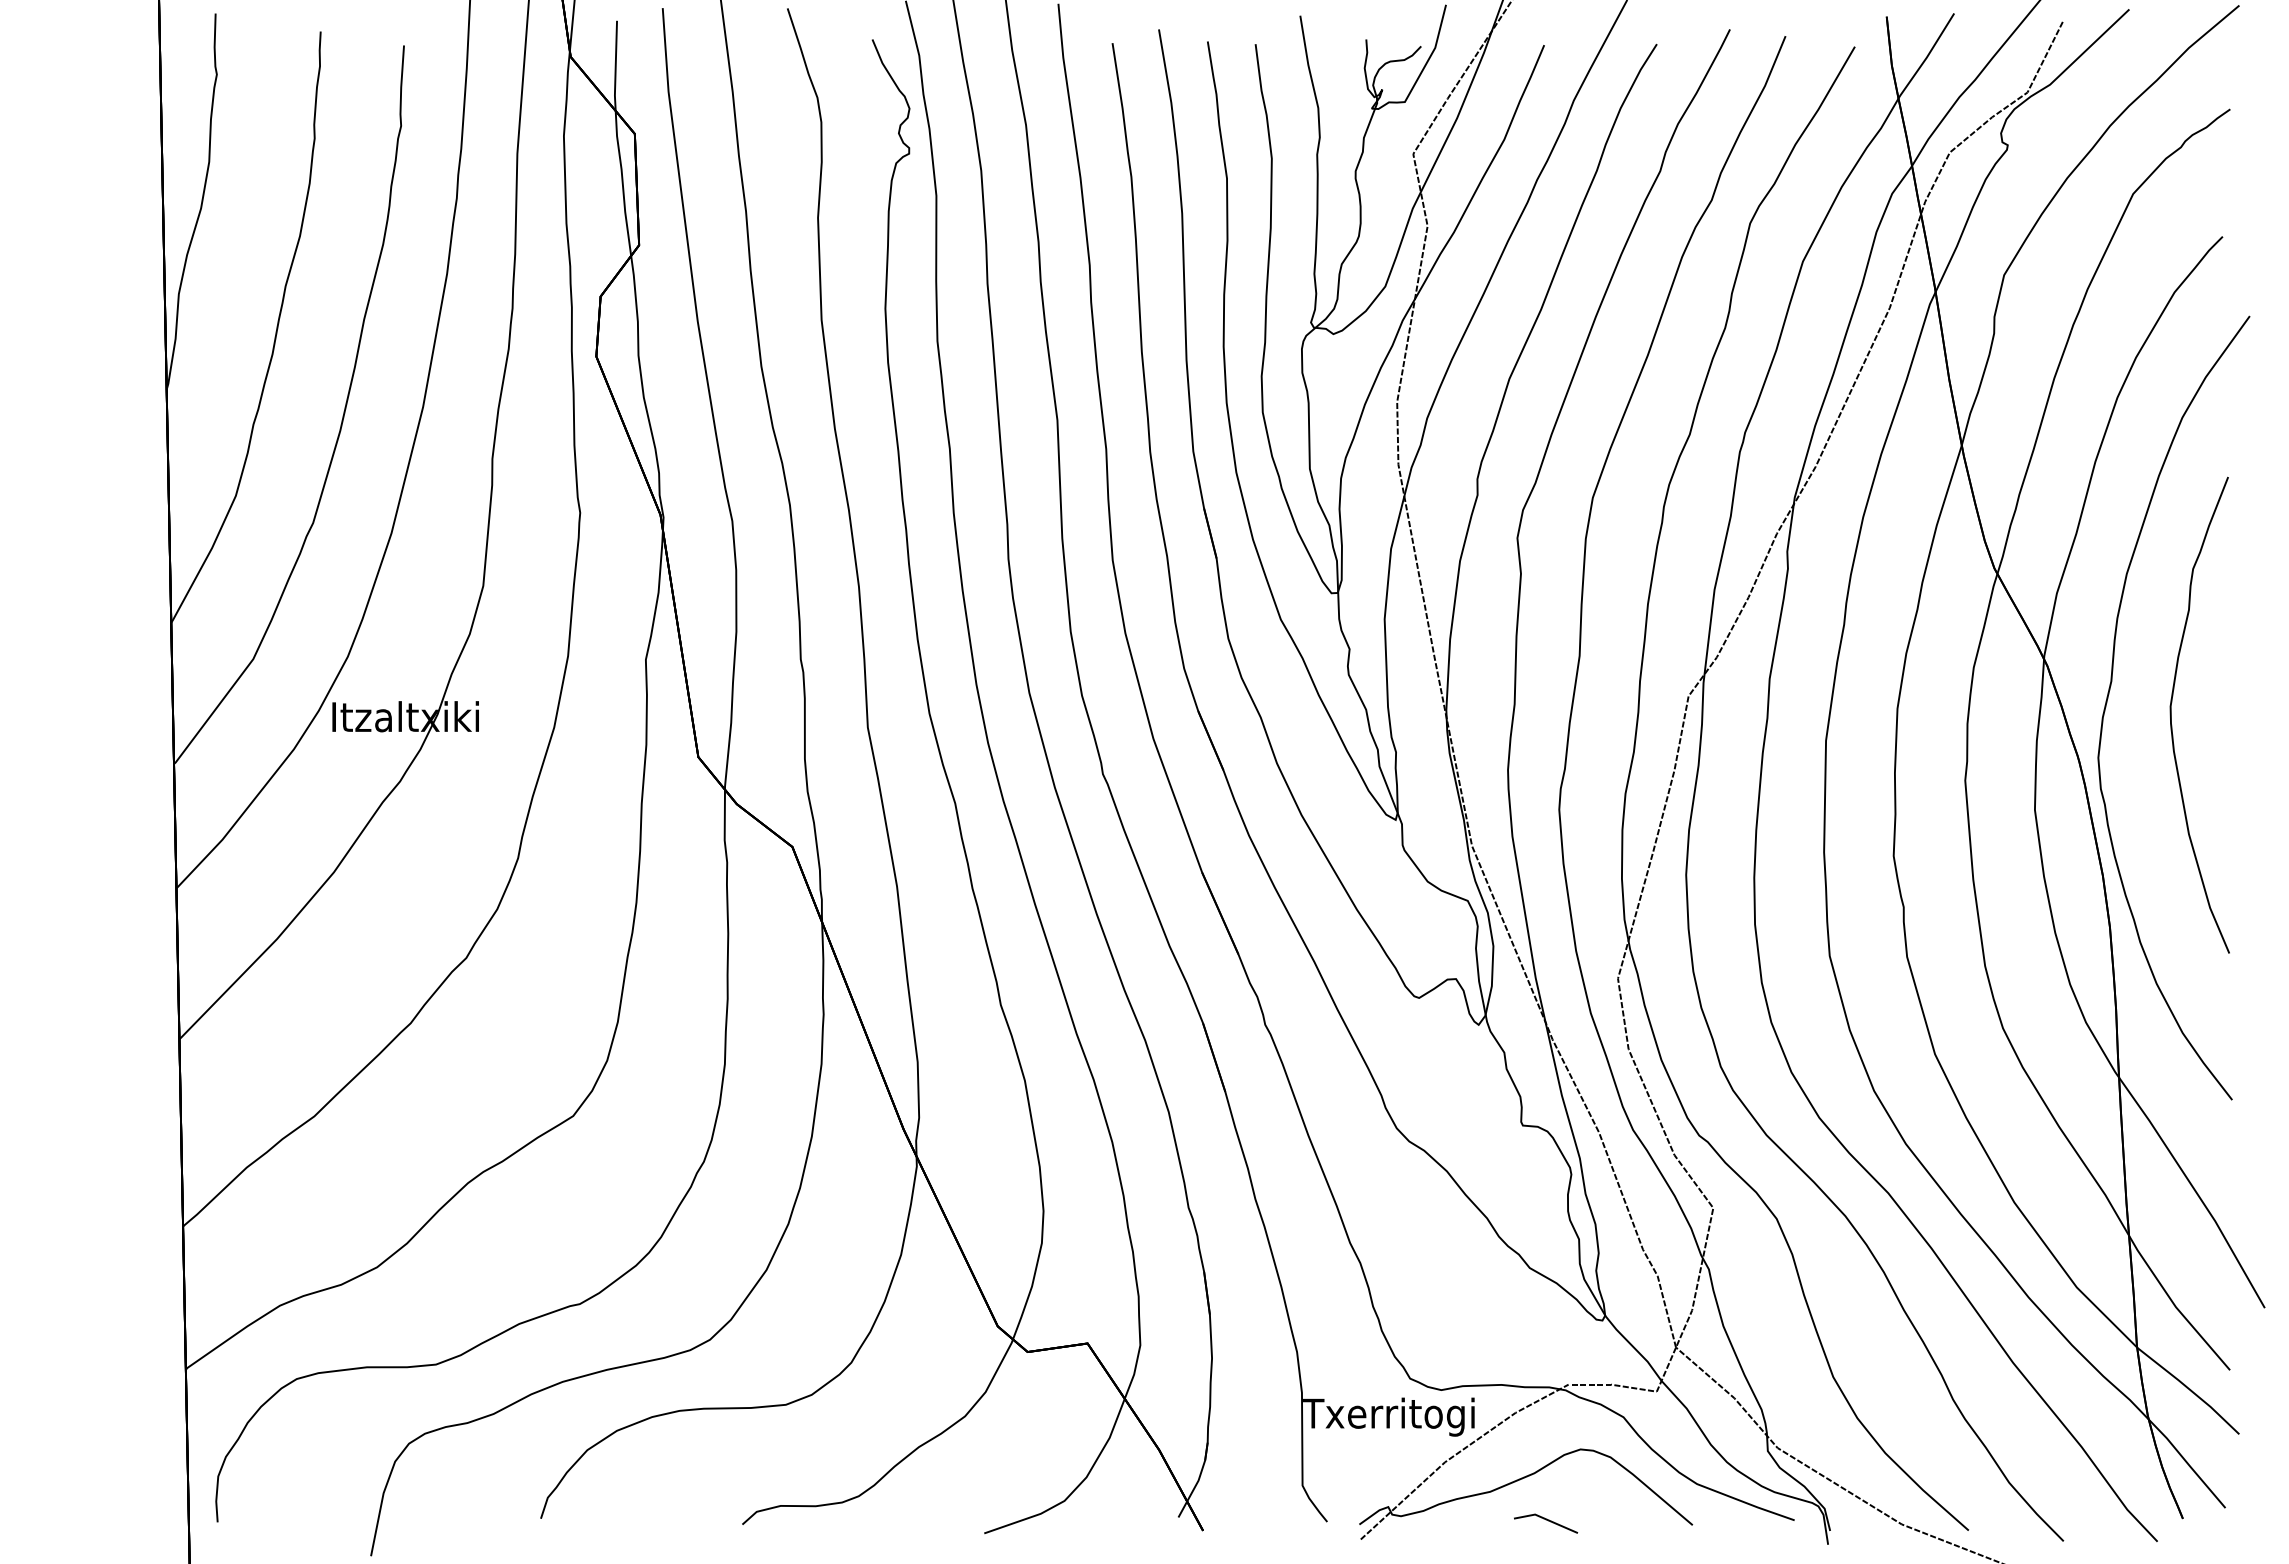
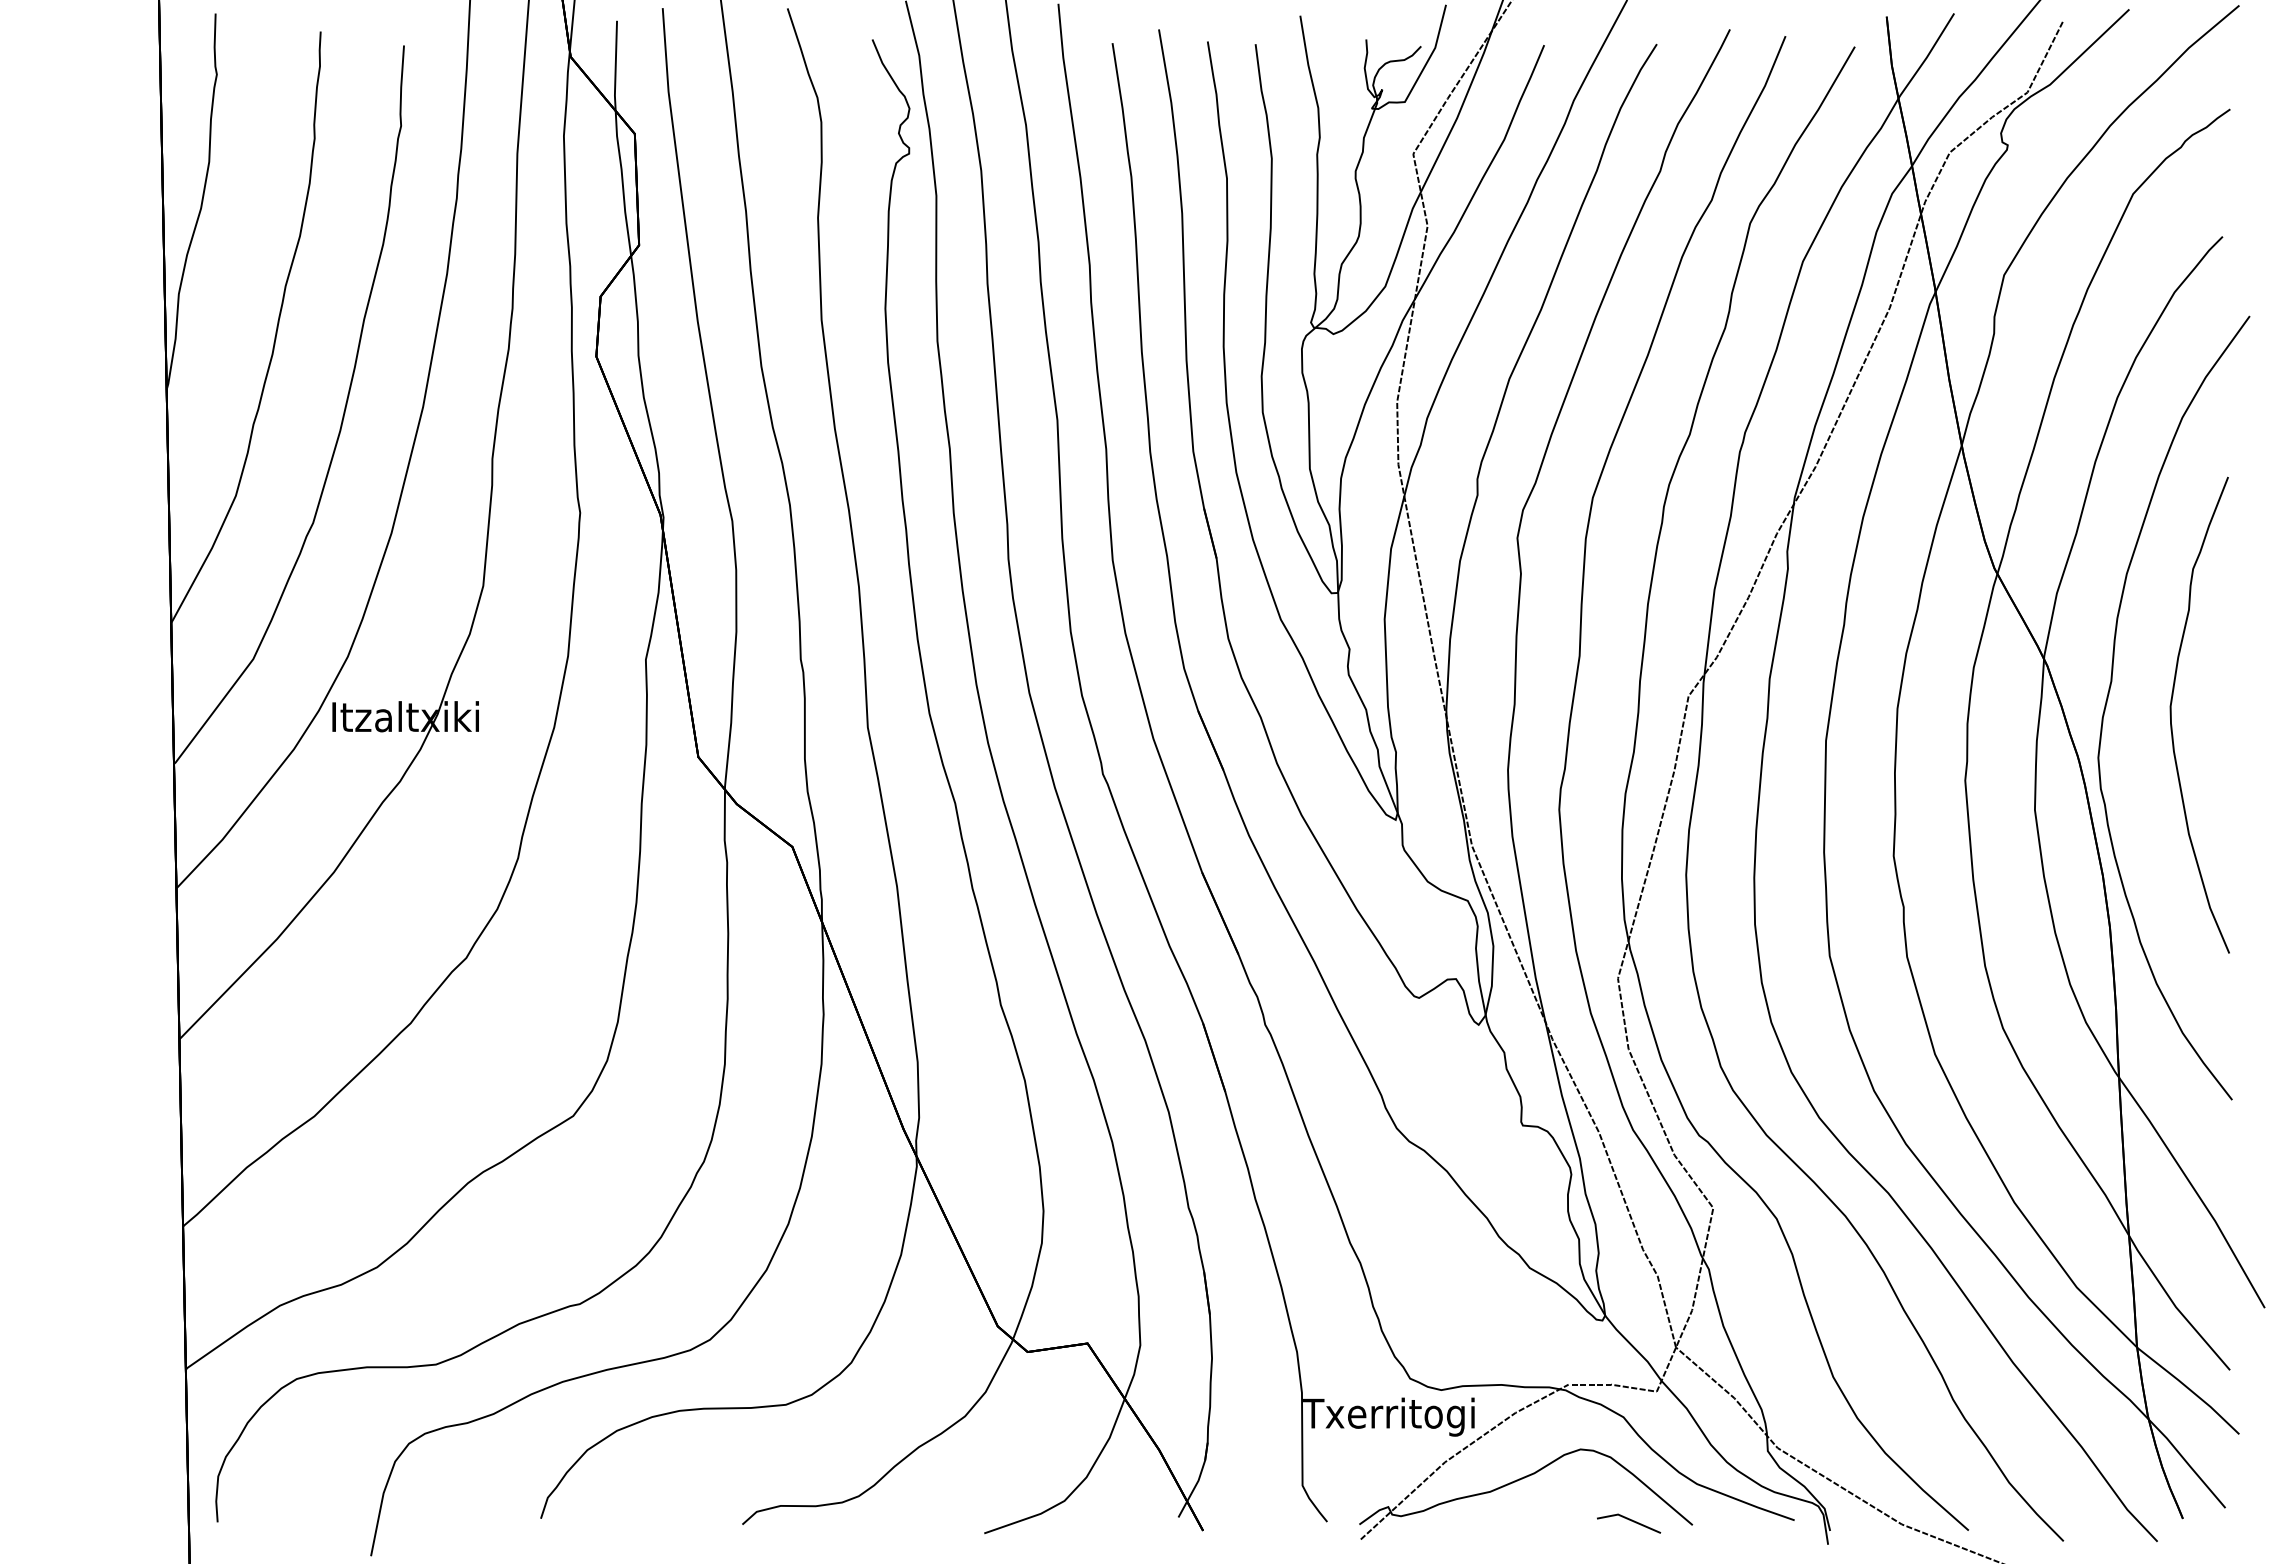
line at (1548, 1521) position: (1548, 1521) -> (1631, 1521)
